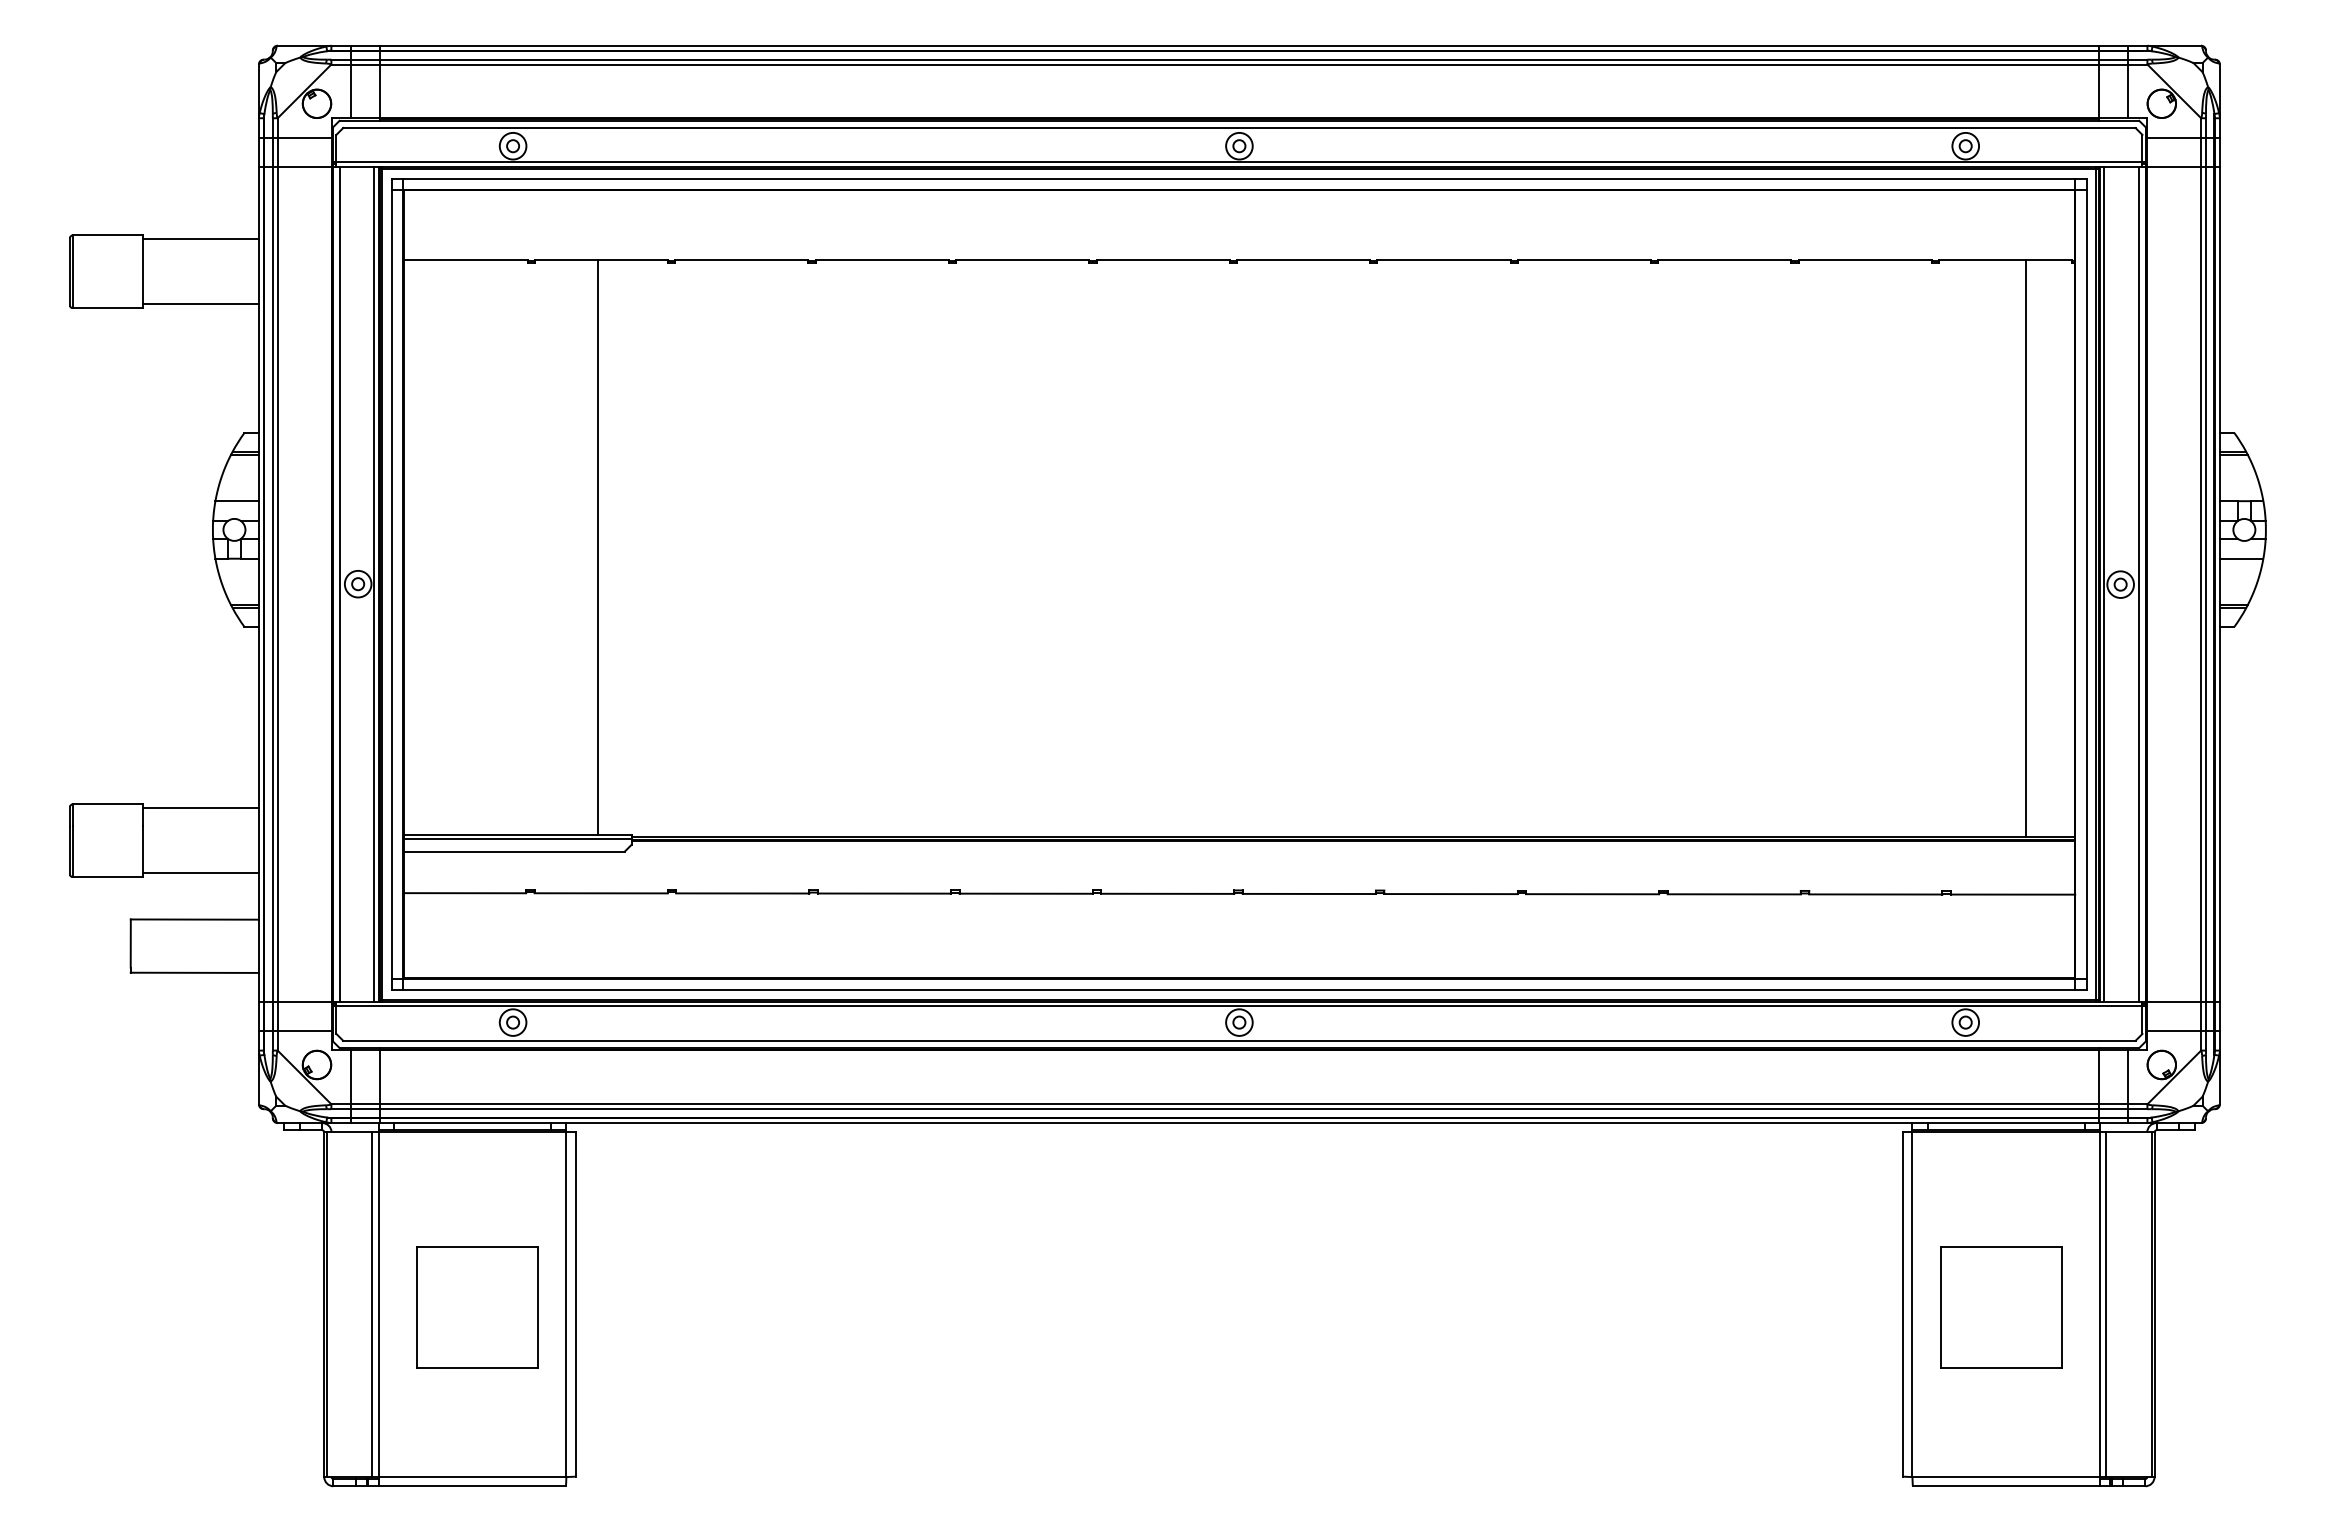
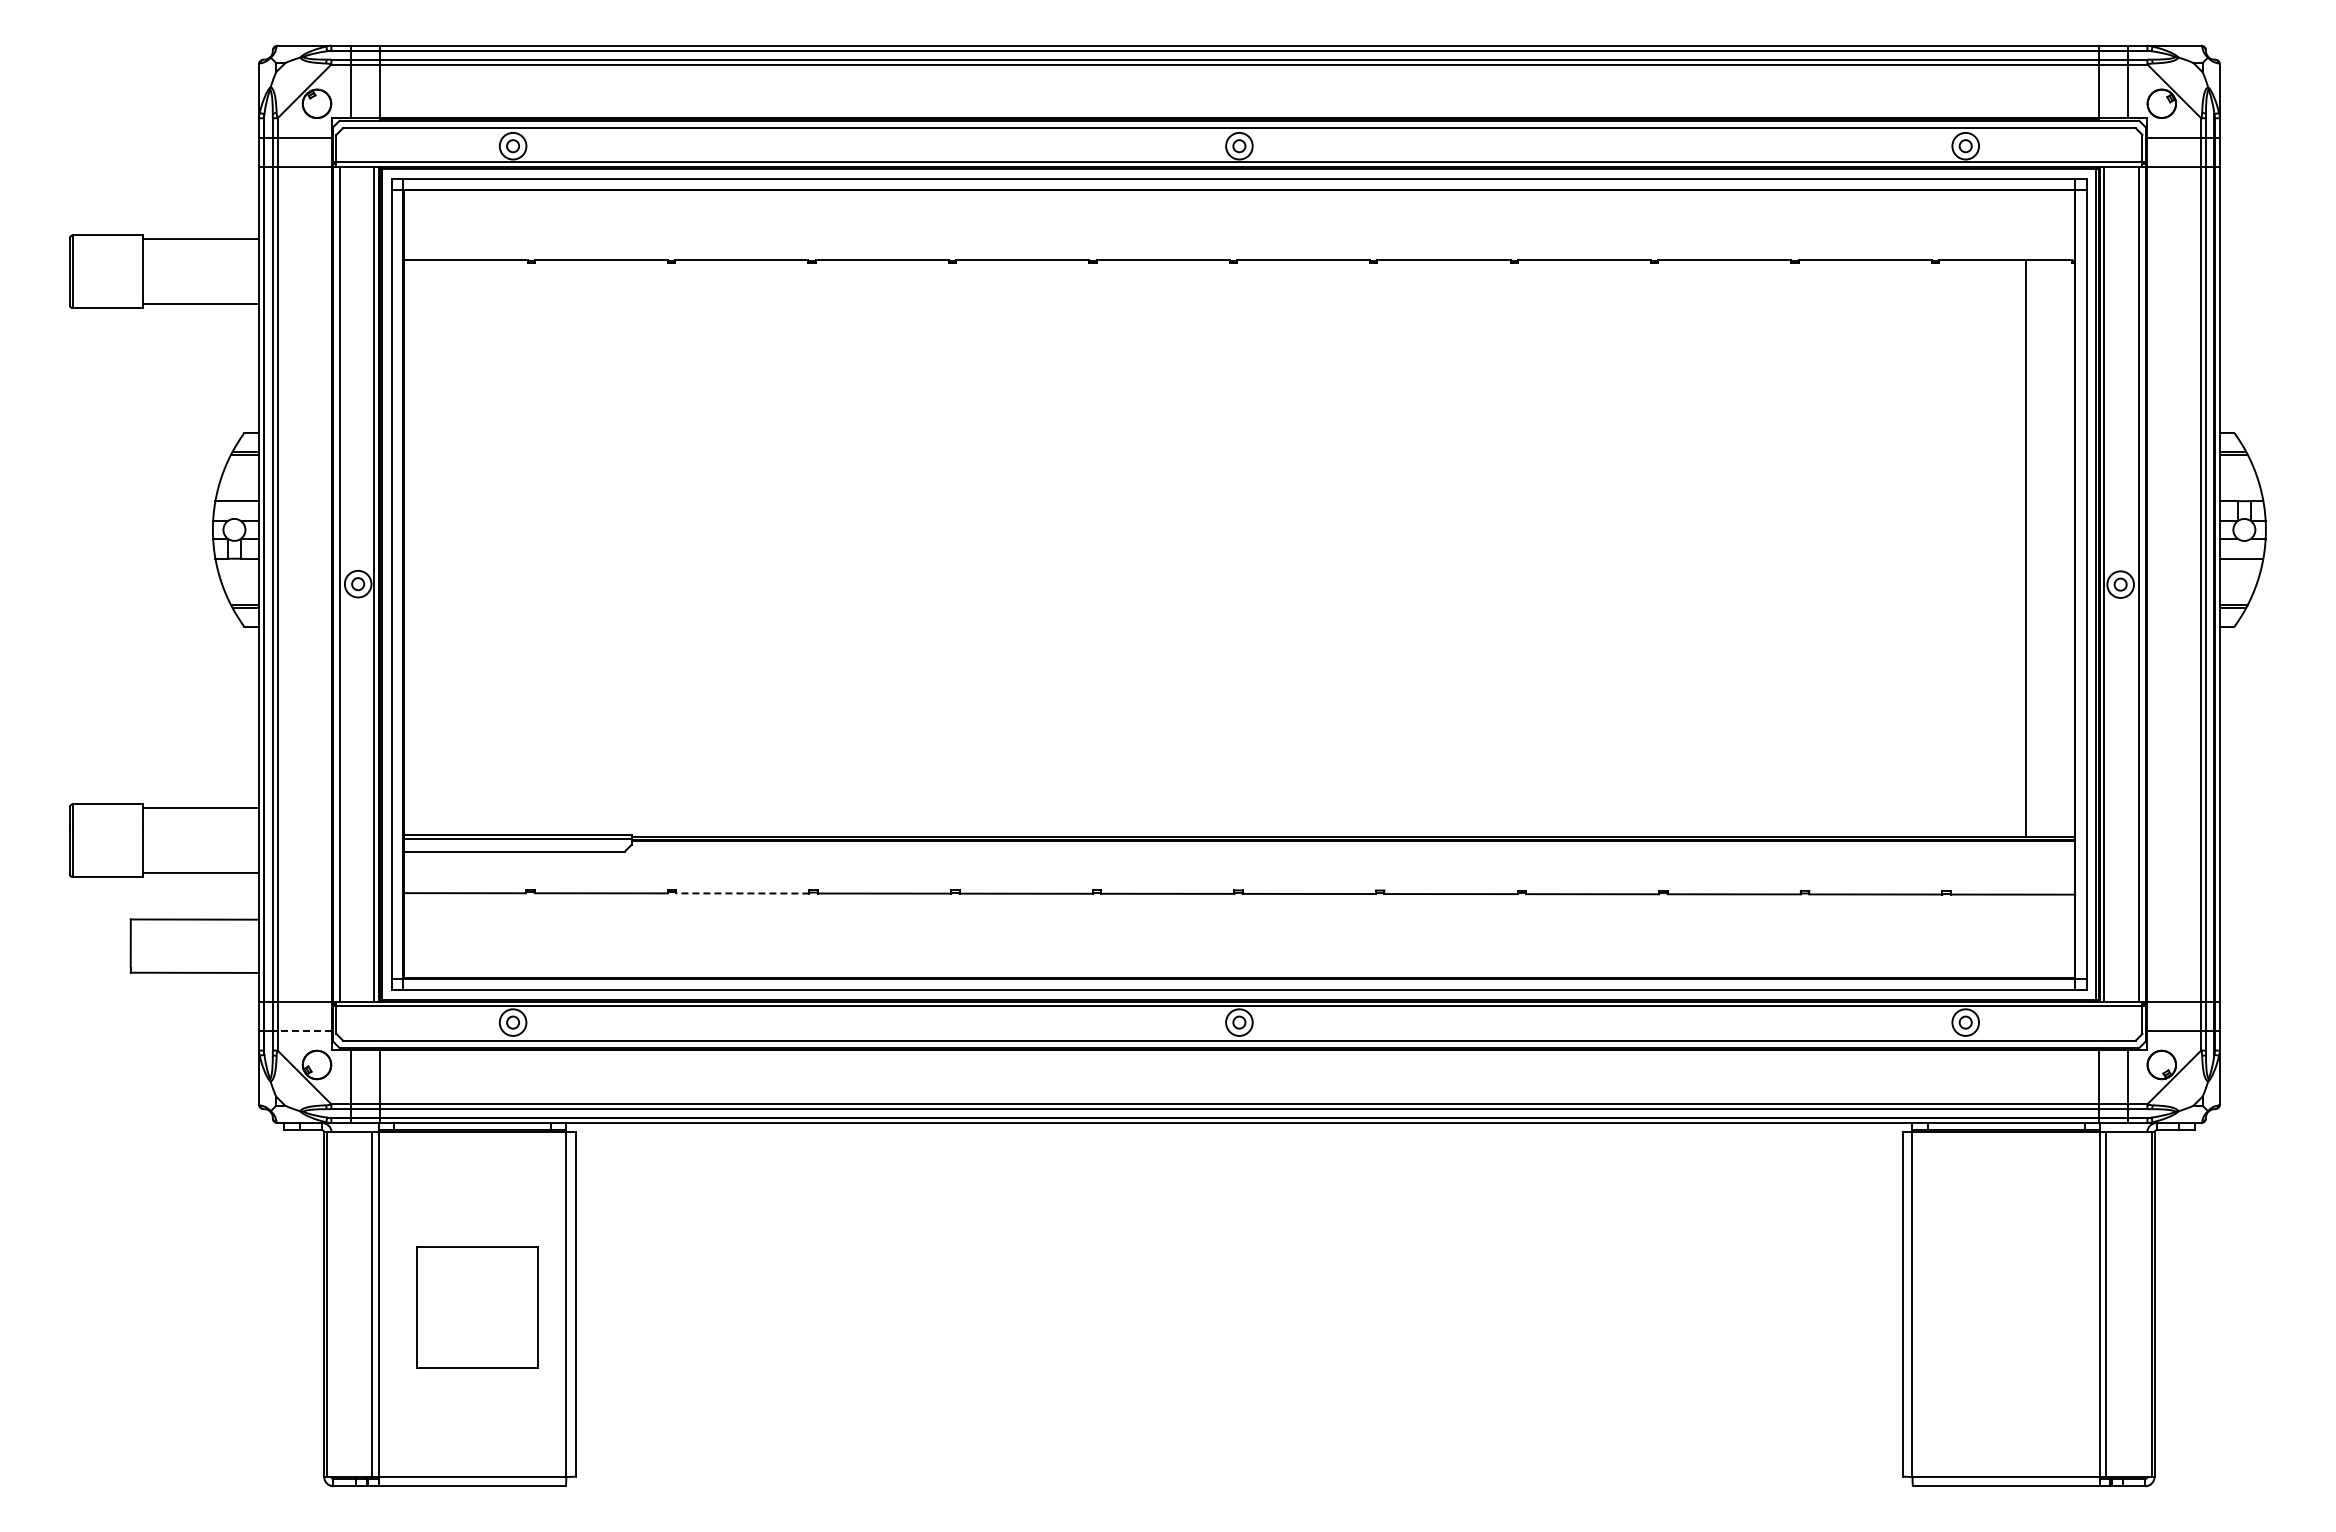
line at (597, 546): present -> none
line at (742, 893): solid -> dashed
line at (304, 1031): solid -> dashed
part at (2001, 1307): present -> none
